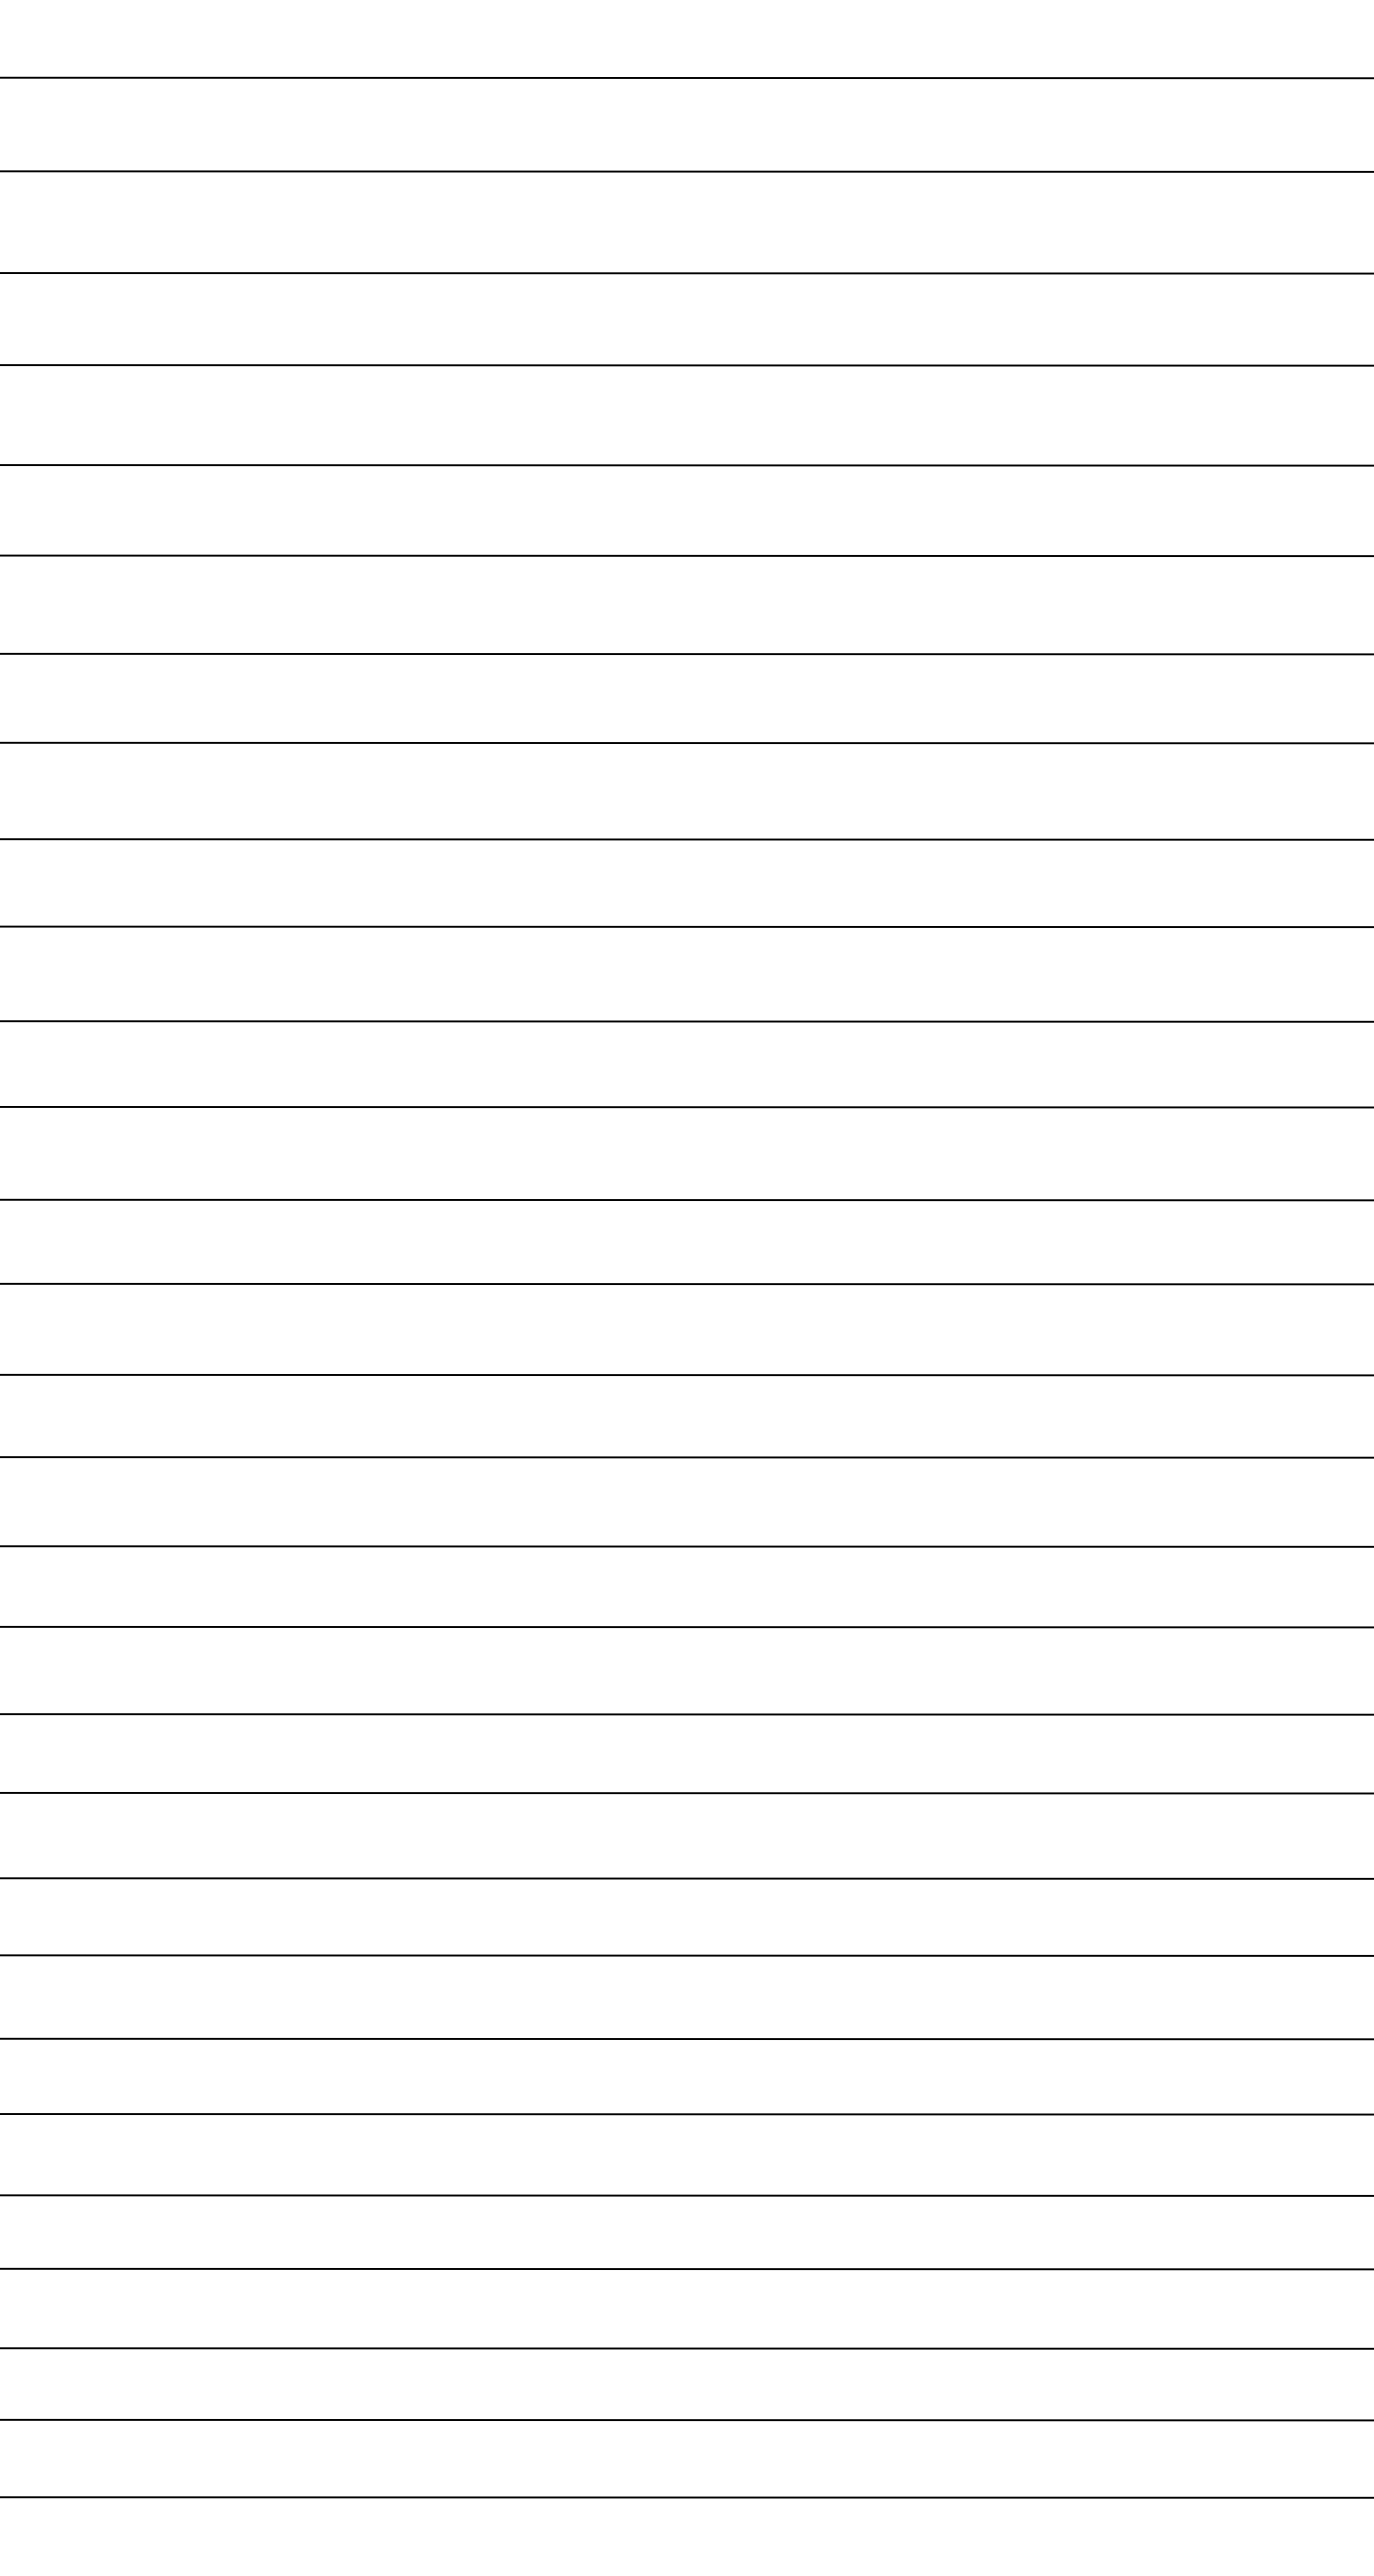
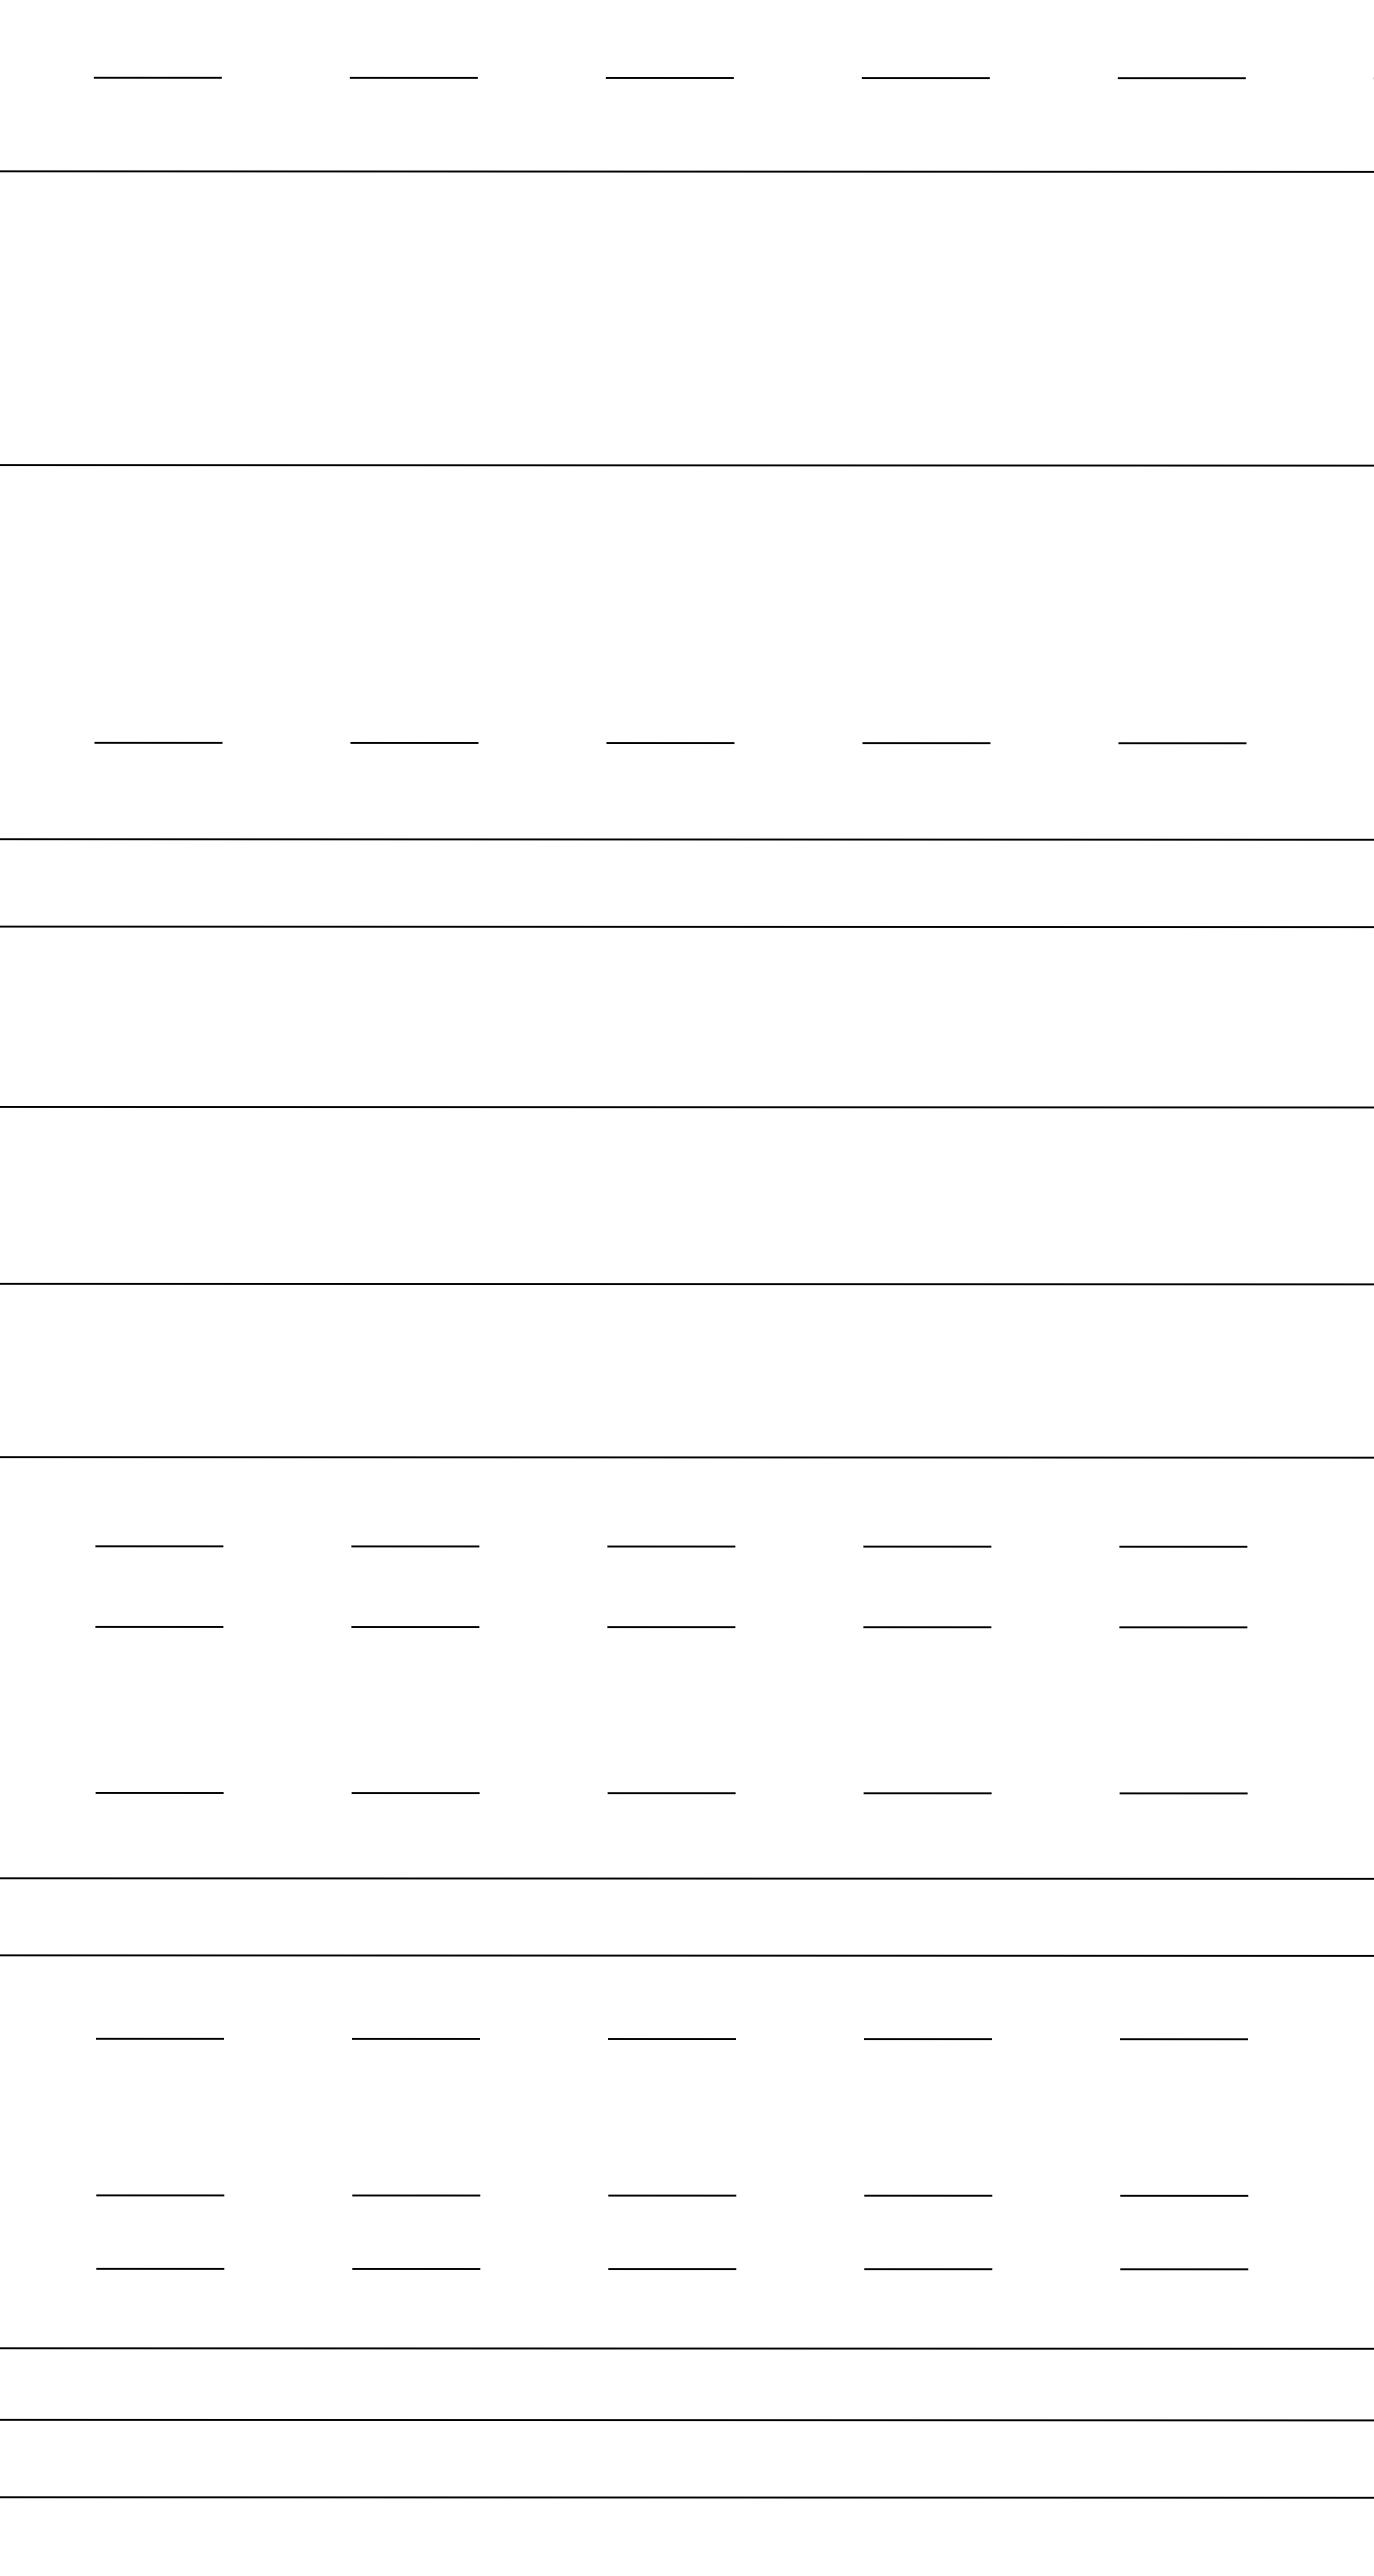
line at (687, 78): solid -> dashed
line at (686, 273): present -> none
line at (686, 365): present -> none
line at (686, 555): present -> none
line at (686, 653): present -> none
line at (686, 743): solid -> dashed
line at (686, 1021): present -> none
line at (686, 1199): present -> none
line at (686, 1374): present -> none
line at (687, 1546): solid -> dashed
line at (686, 1627): solid -> dashed
line at (686, 1714): present -> none
line at (686, 1793): solid -> dashed
line at (687, 2039): solid -> dashed
line at (686, 2114): present -> none
line at (687, 2195): solid -> dashed
line at (686, 2269): solid -> dashed
